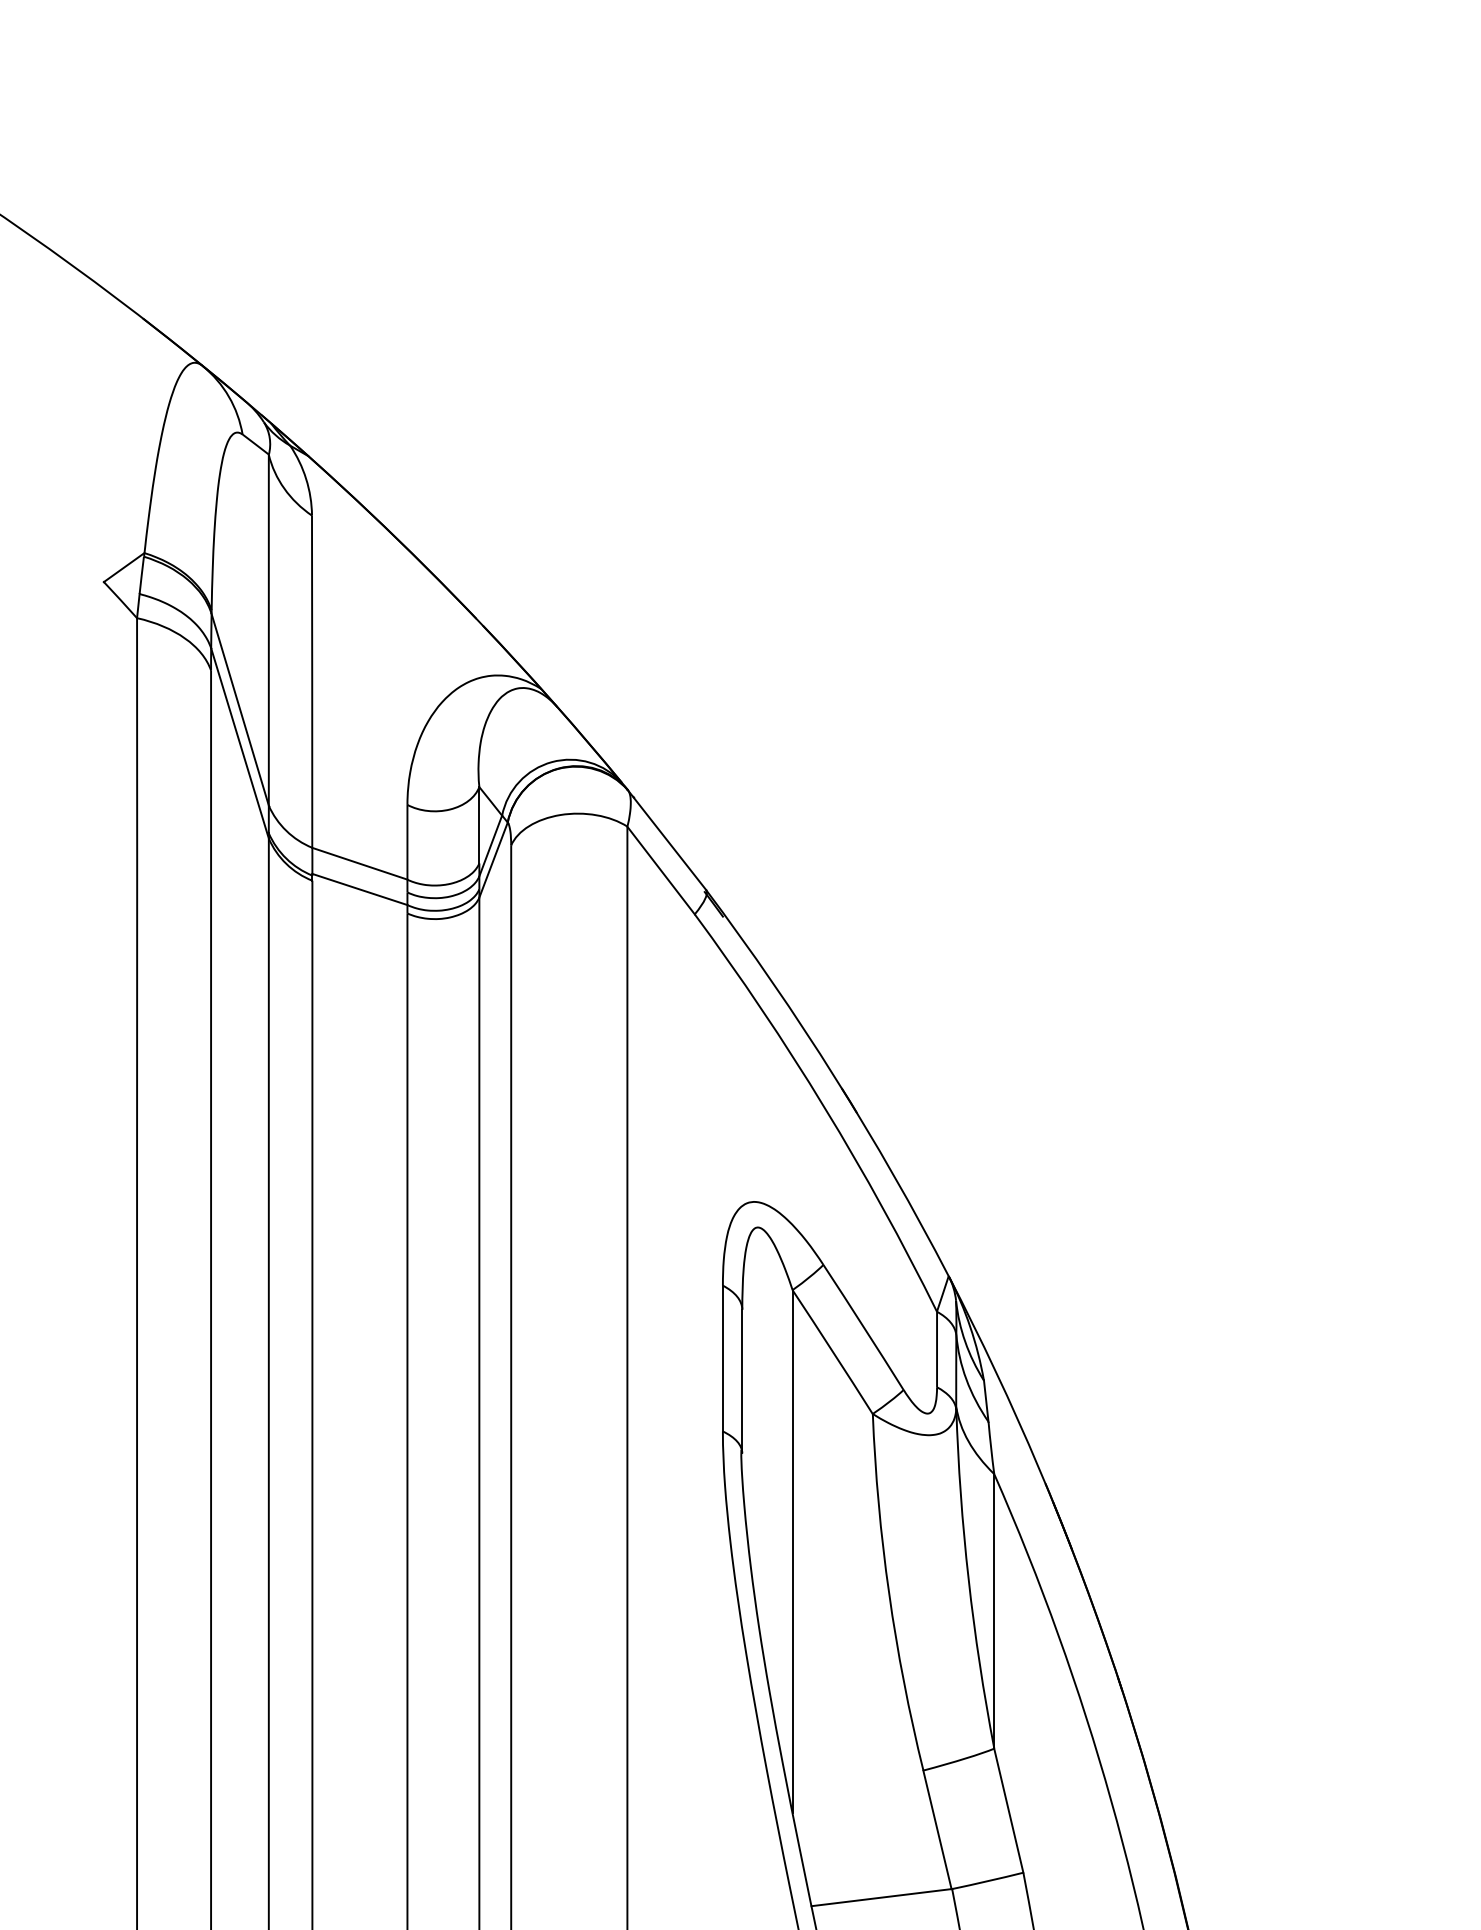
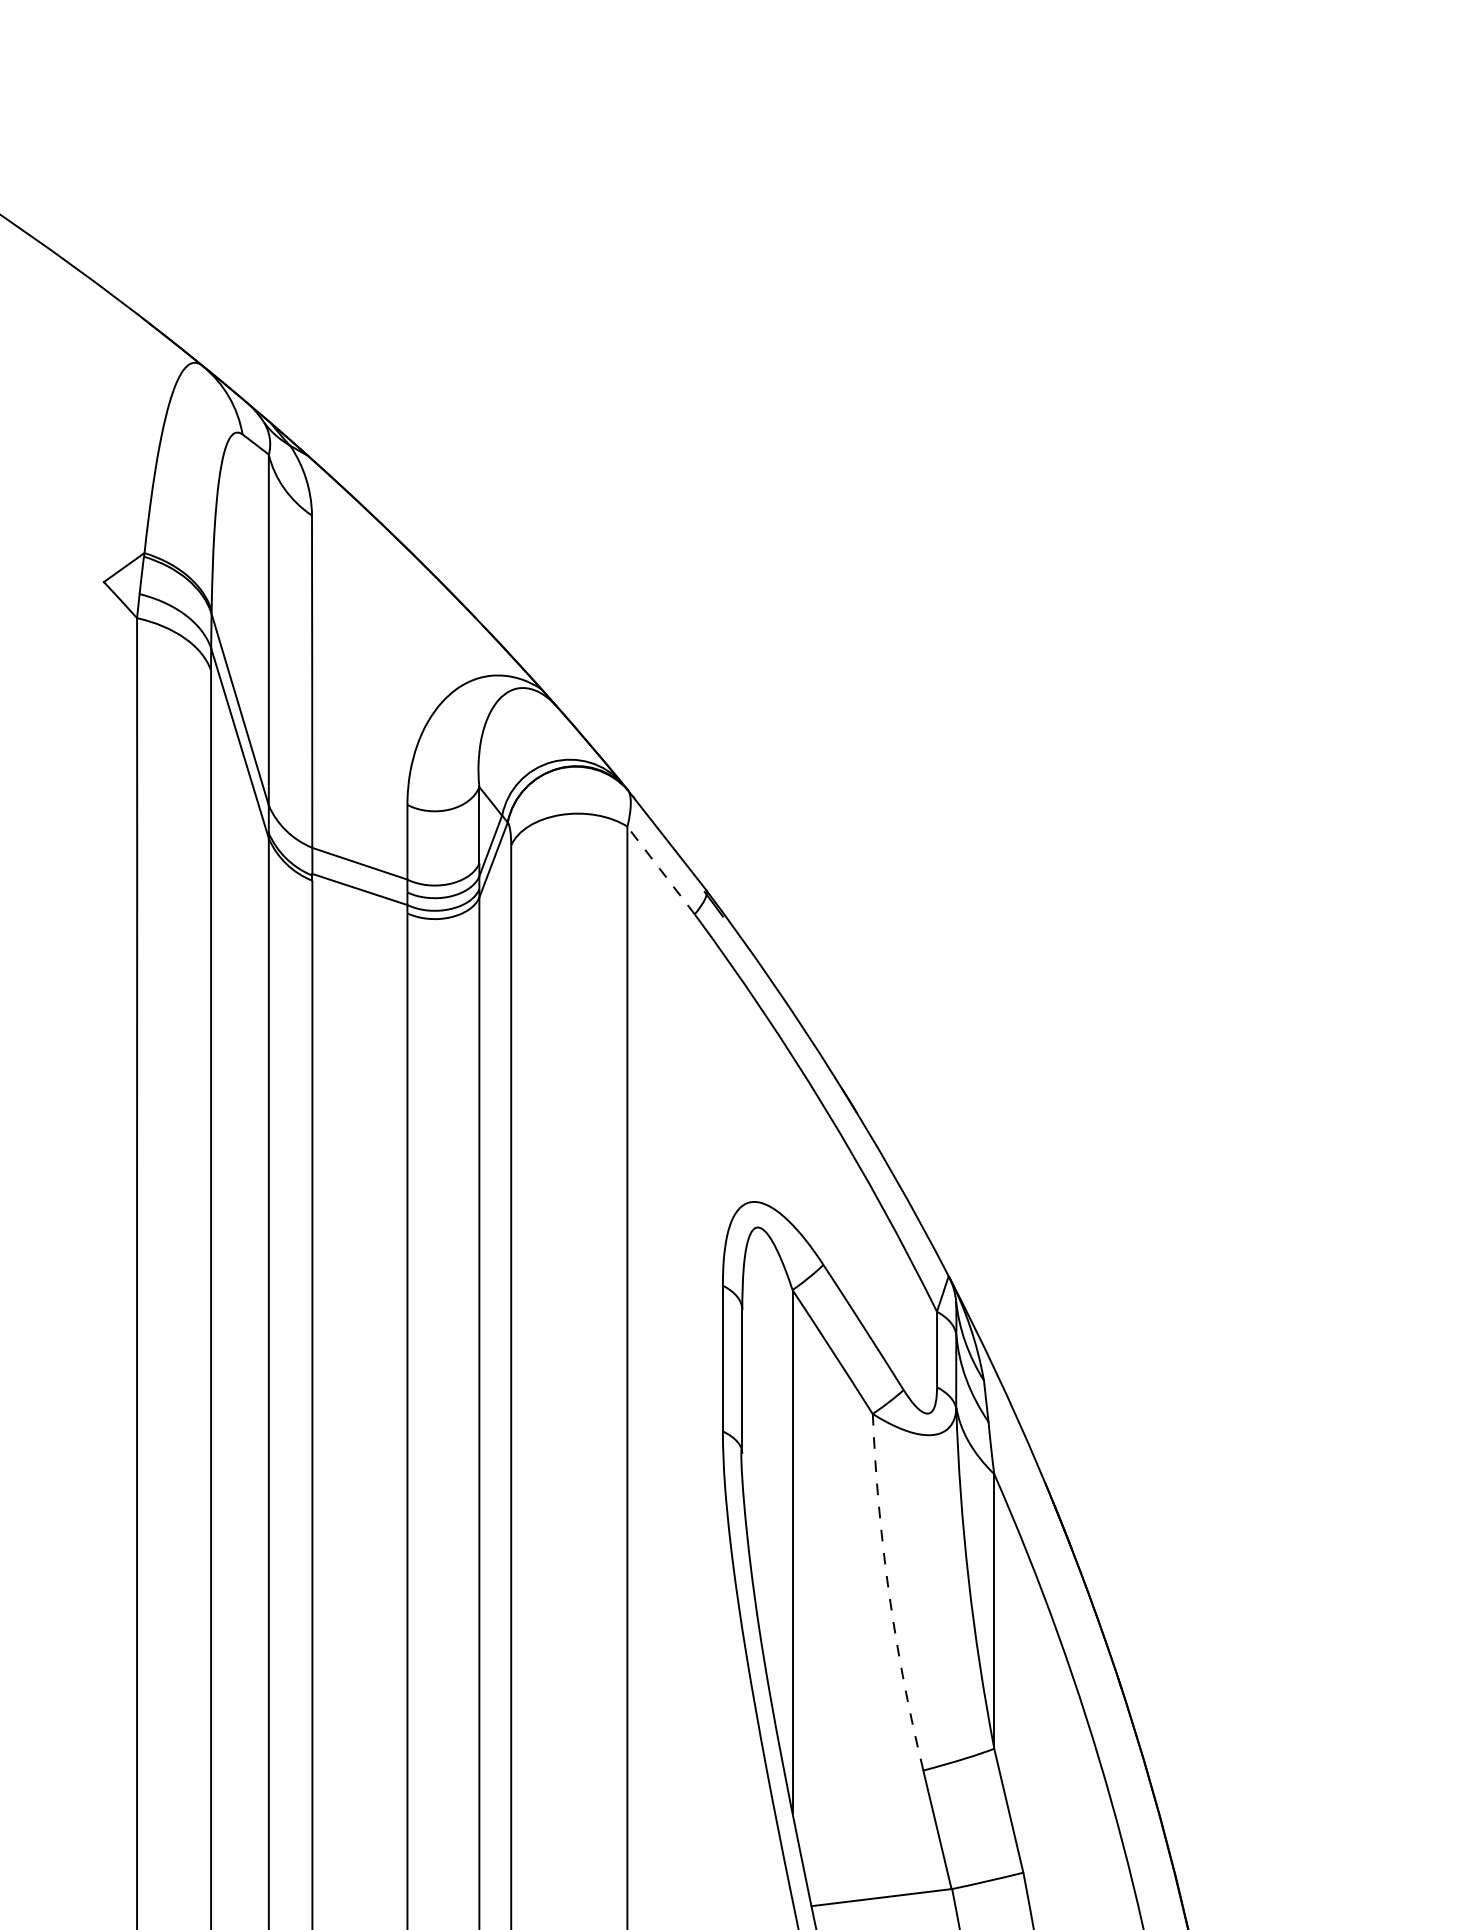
line at (660, 870): solid -> dashed
arc at (889, 1593): solid -> dashed
